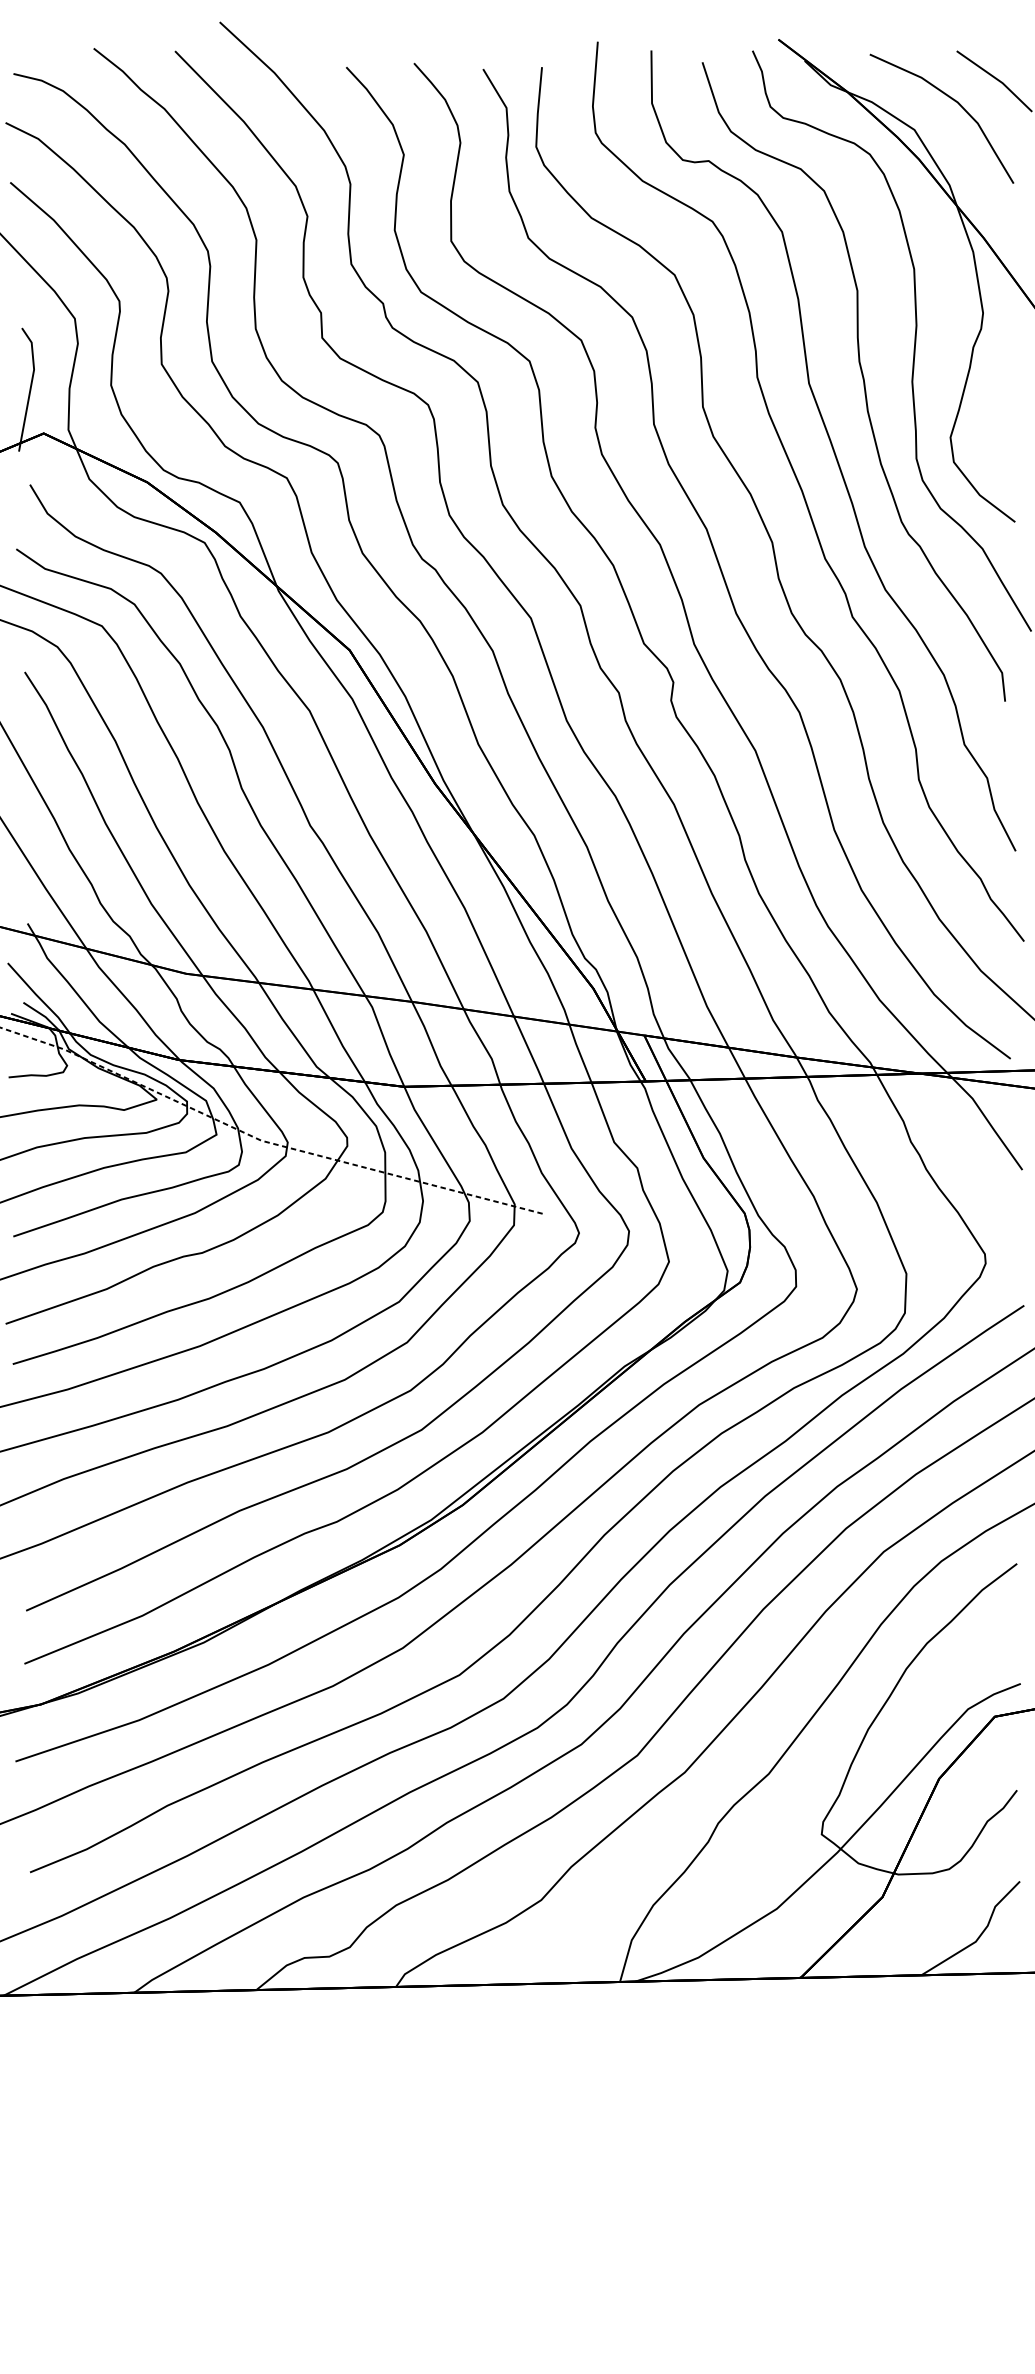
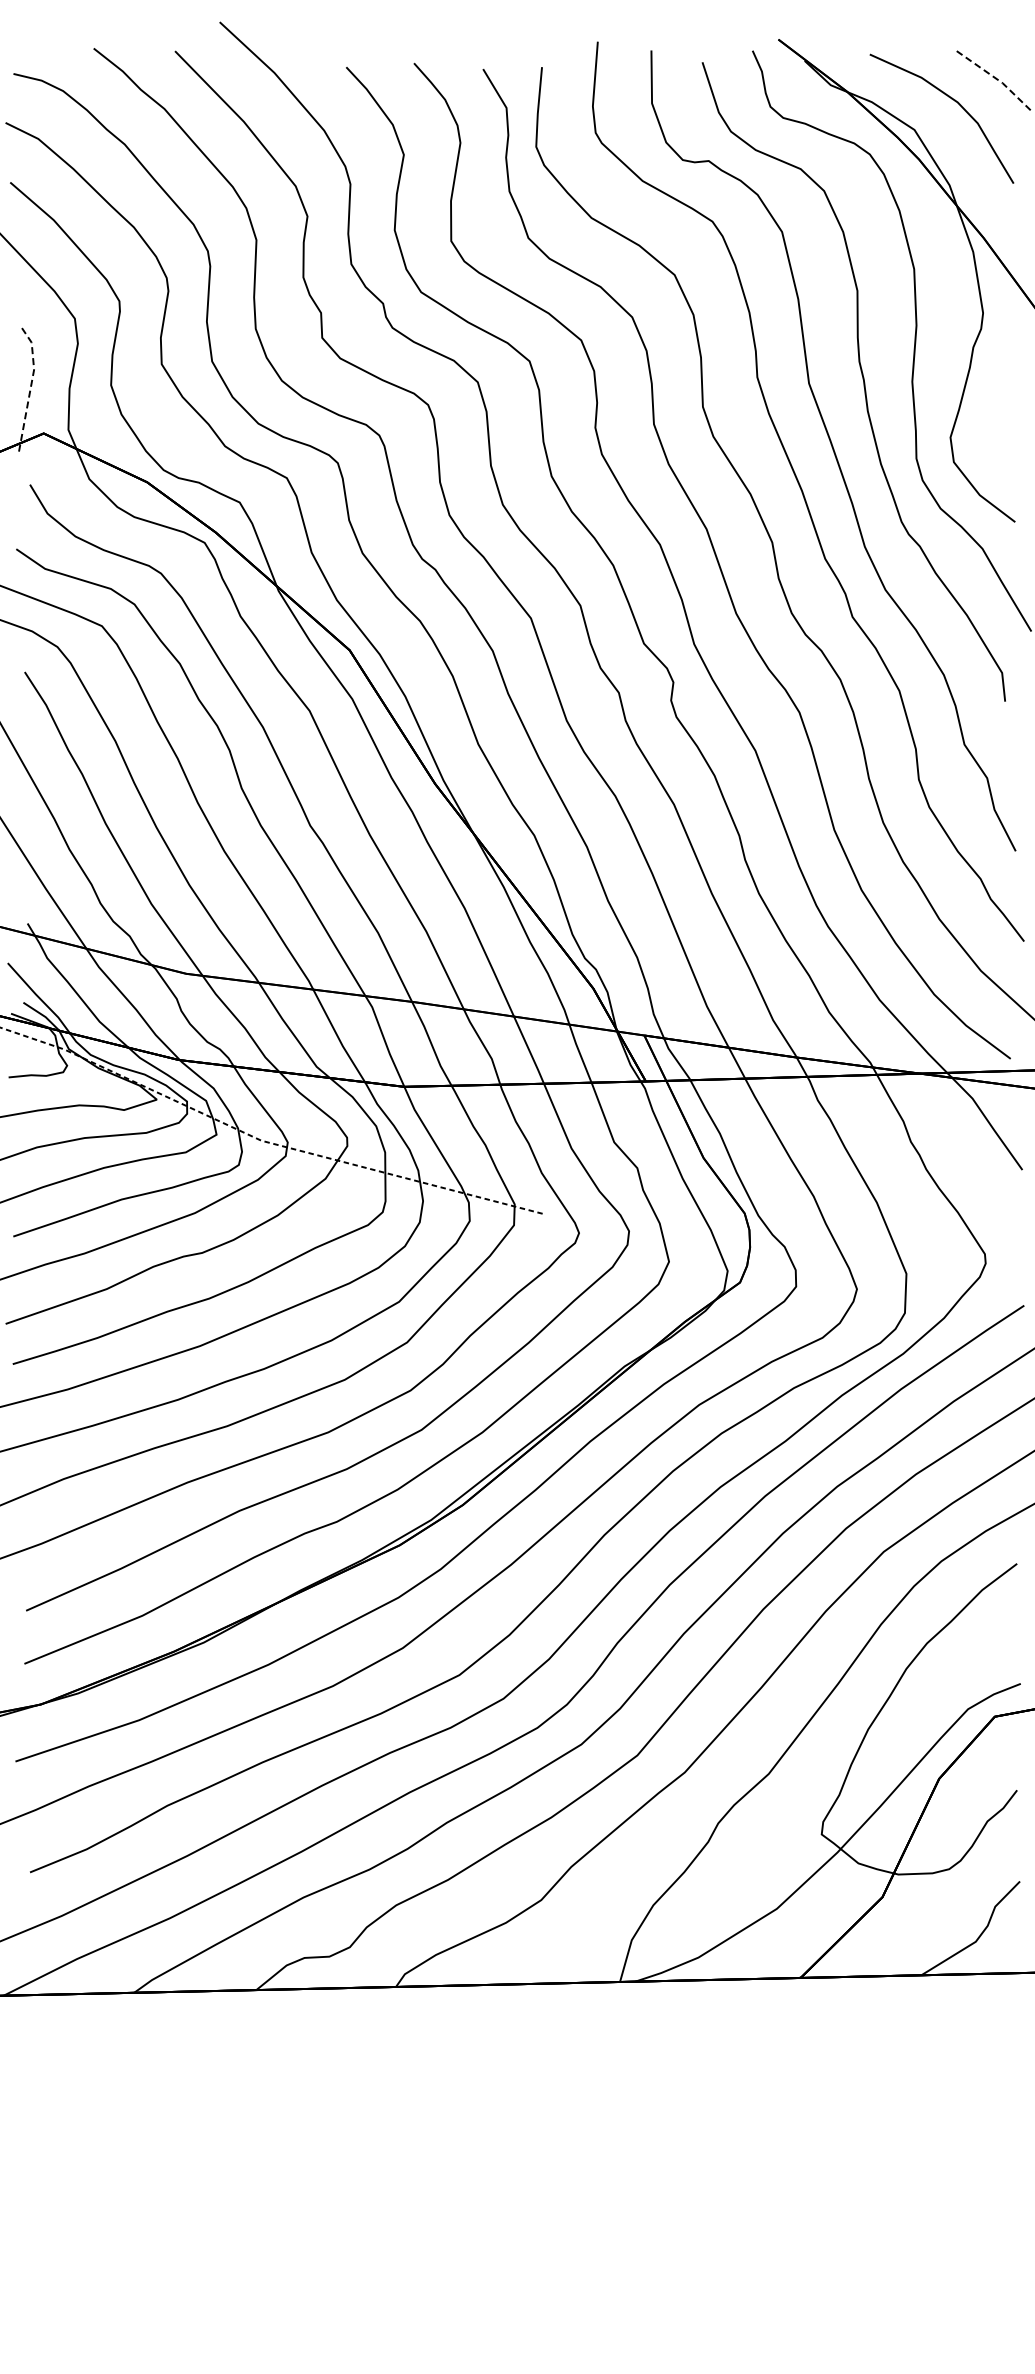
line at (997, 79): solid -> dashed
line at (30, 387): solid -> dashed
